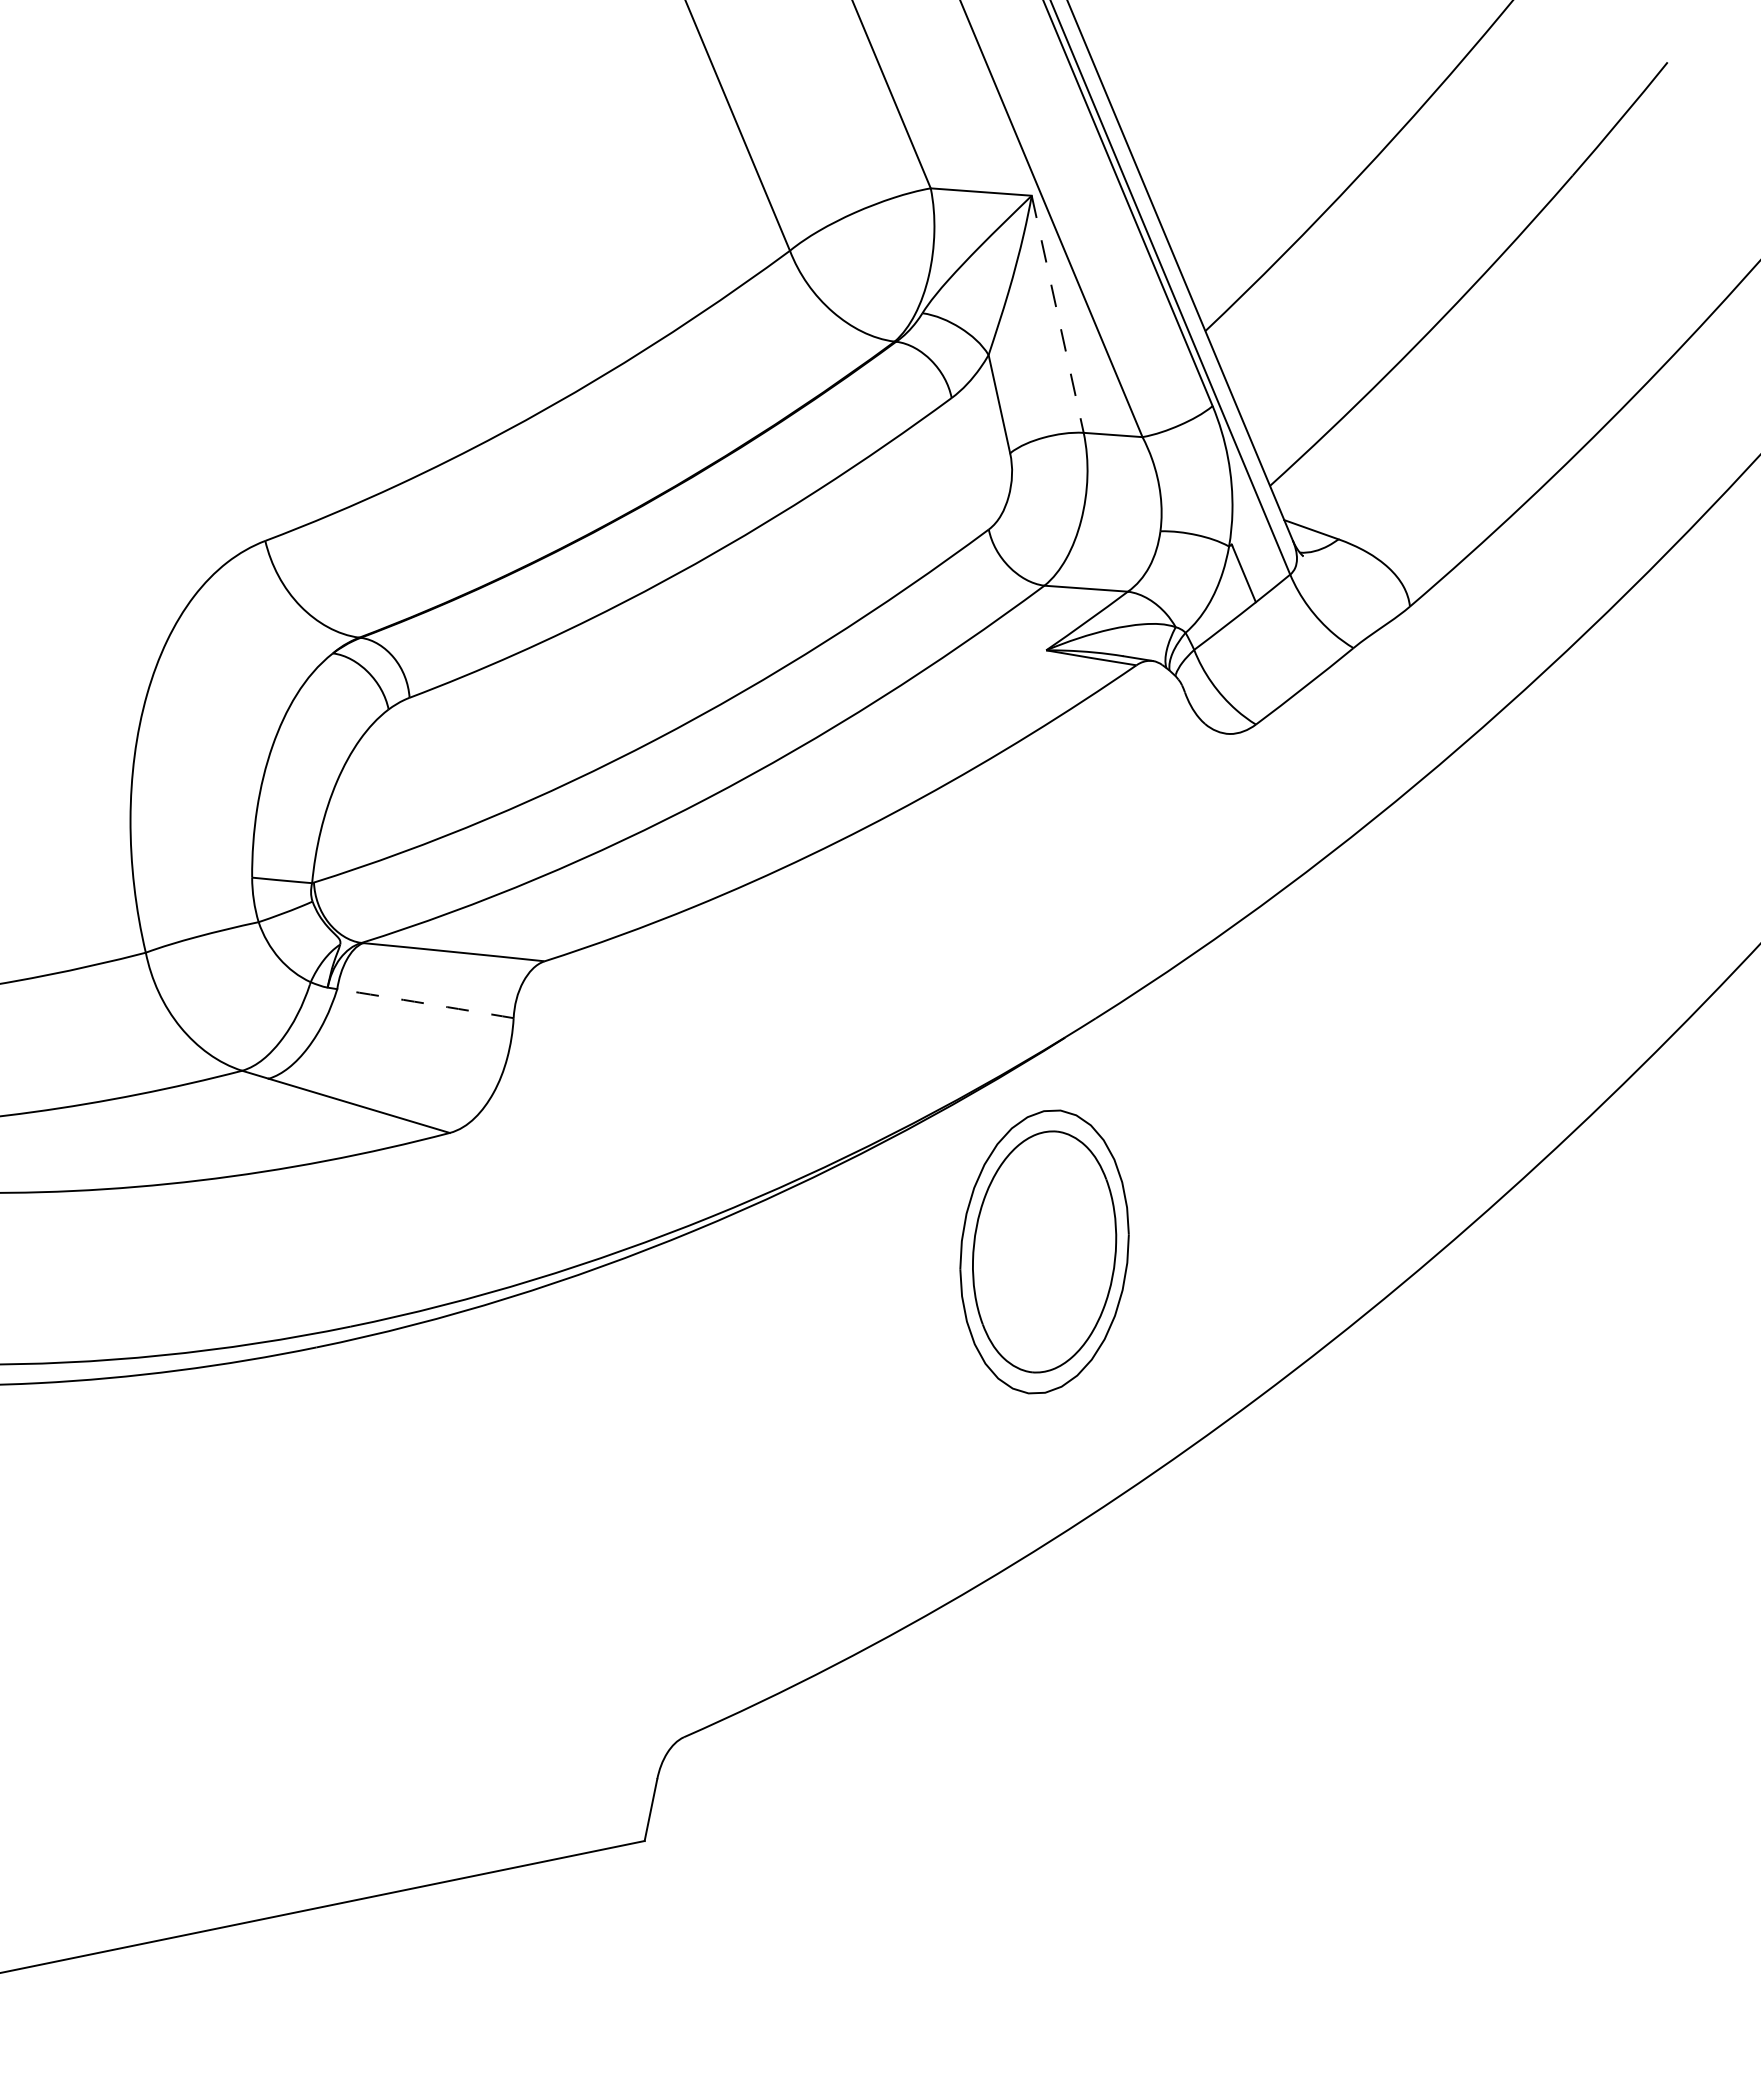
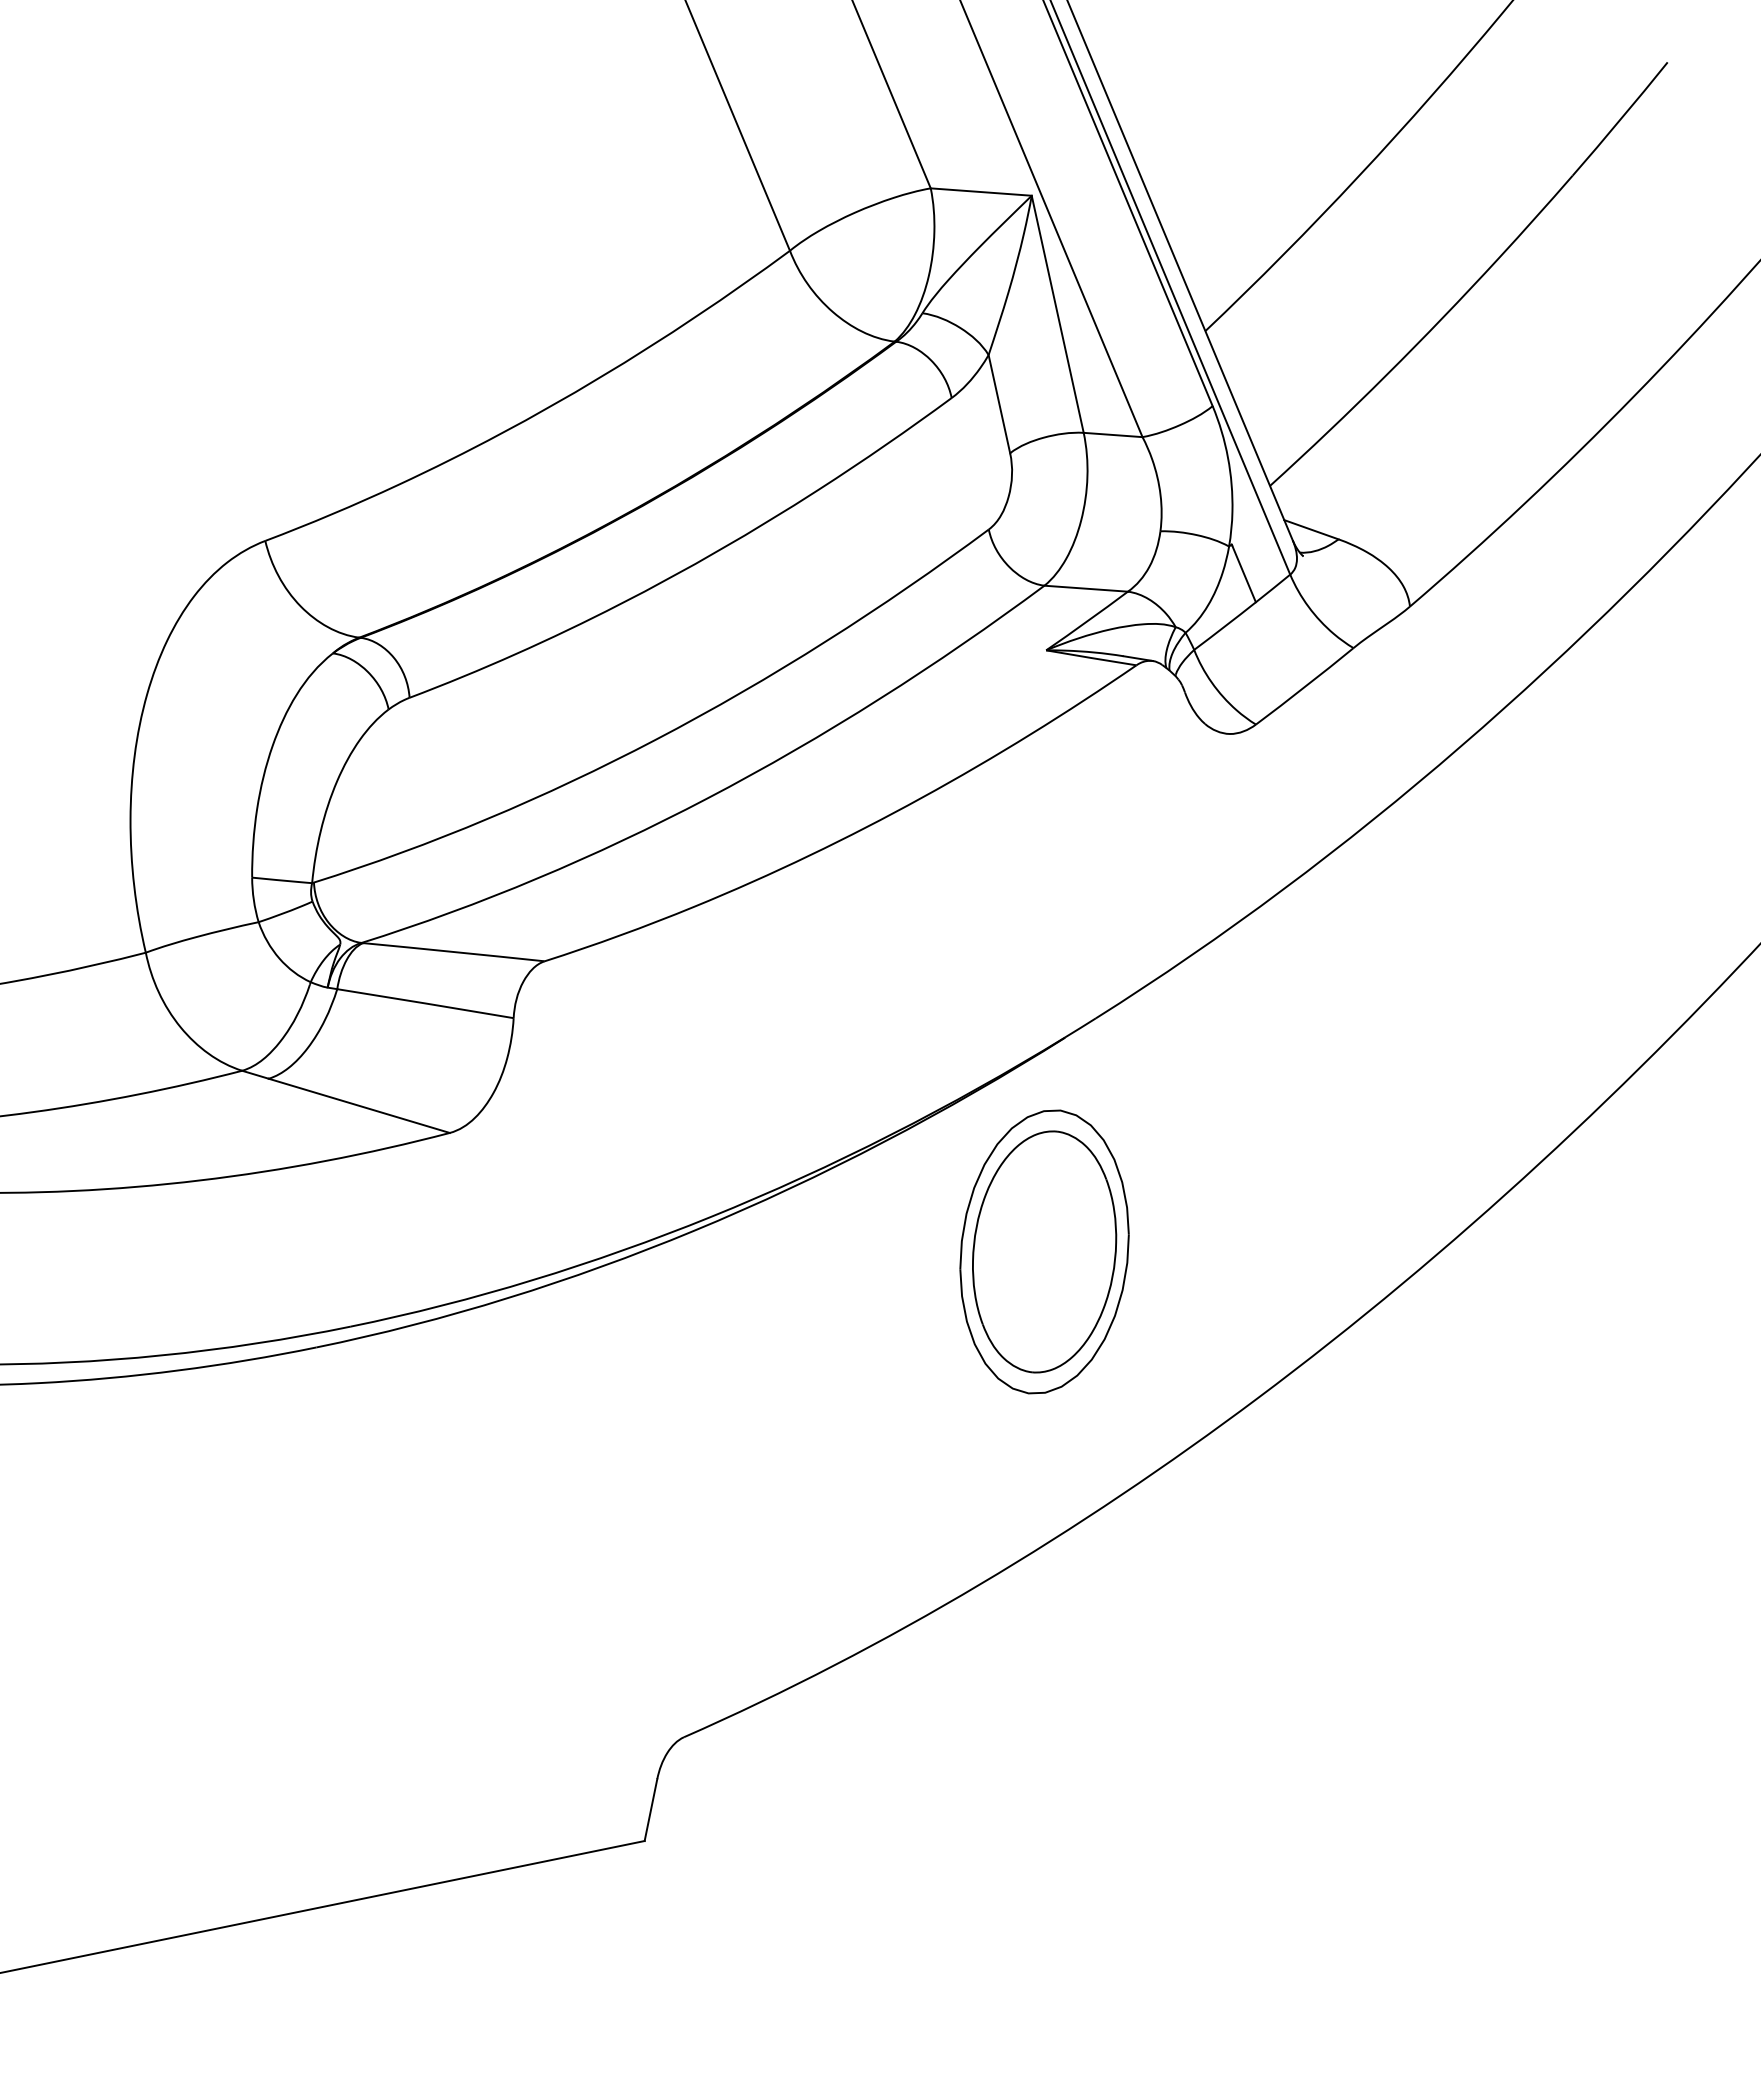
line at (1057, 314): dashed -> solid
arc at (425, 1003): dashed -> solid
